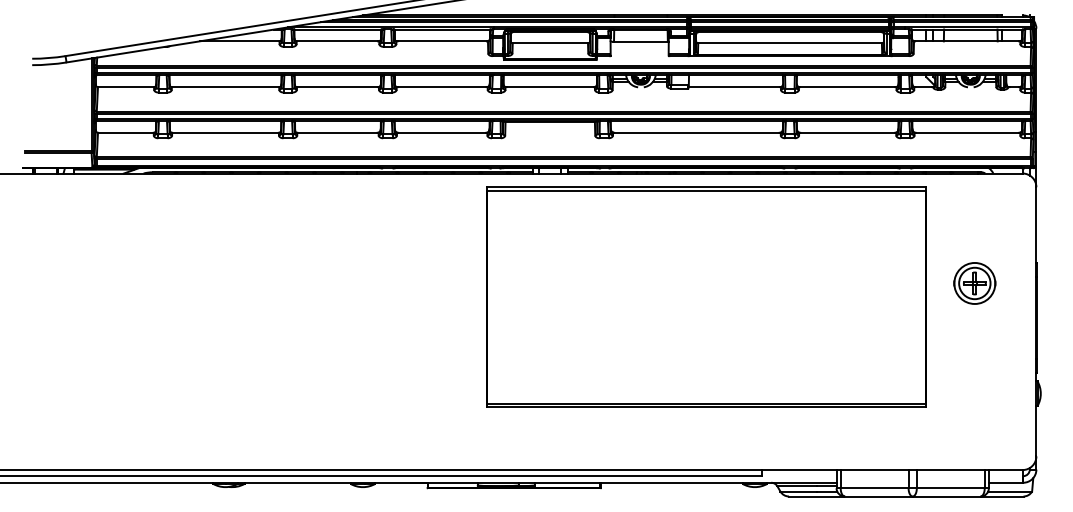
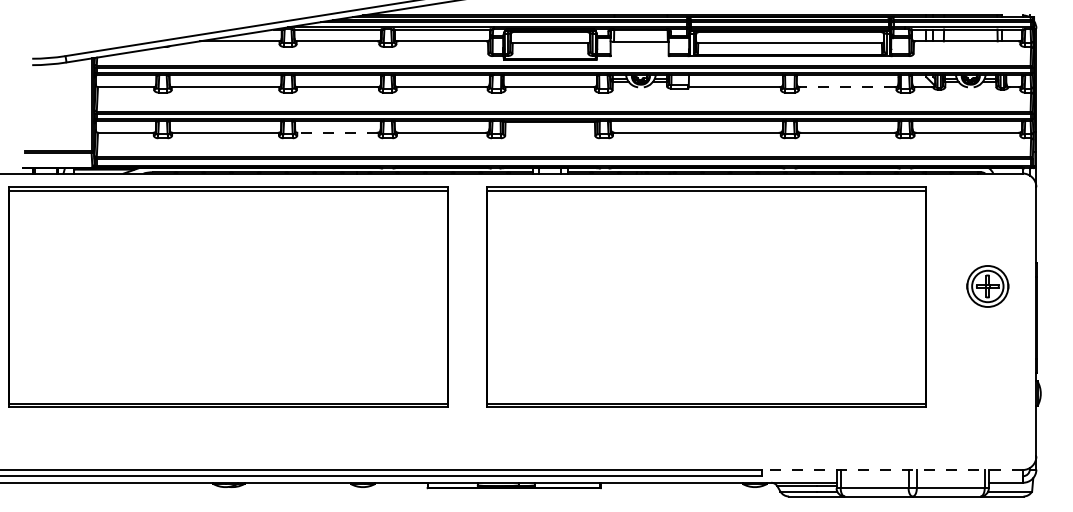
line at (847, 87): solid -> dashed
line at (336, 132): solid -> dashed
part at (974, 283) position: (974, 283) -> (987, 286)
part at (228, 296): none -> present
line at (892, 470): solid -> dashed
